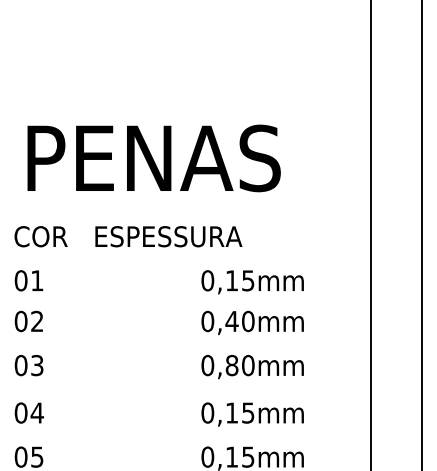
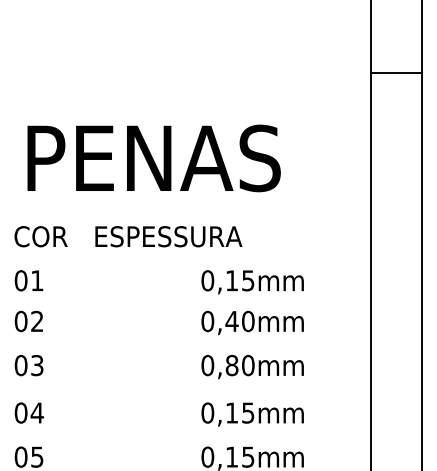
line at (396, 73): none -> present
